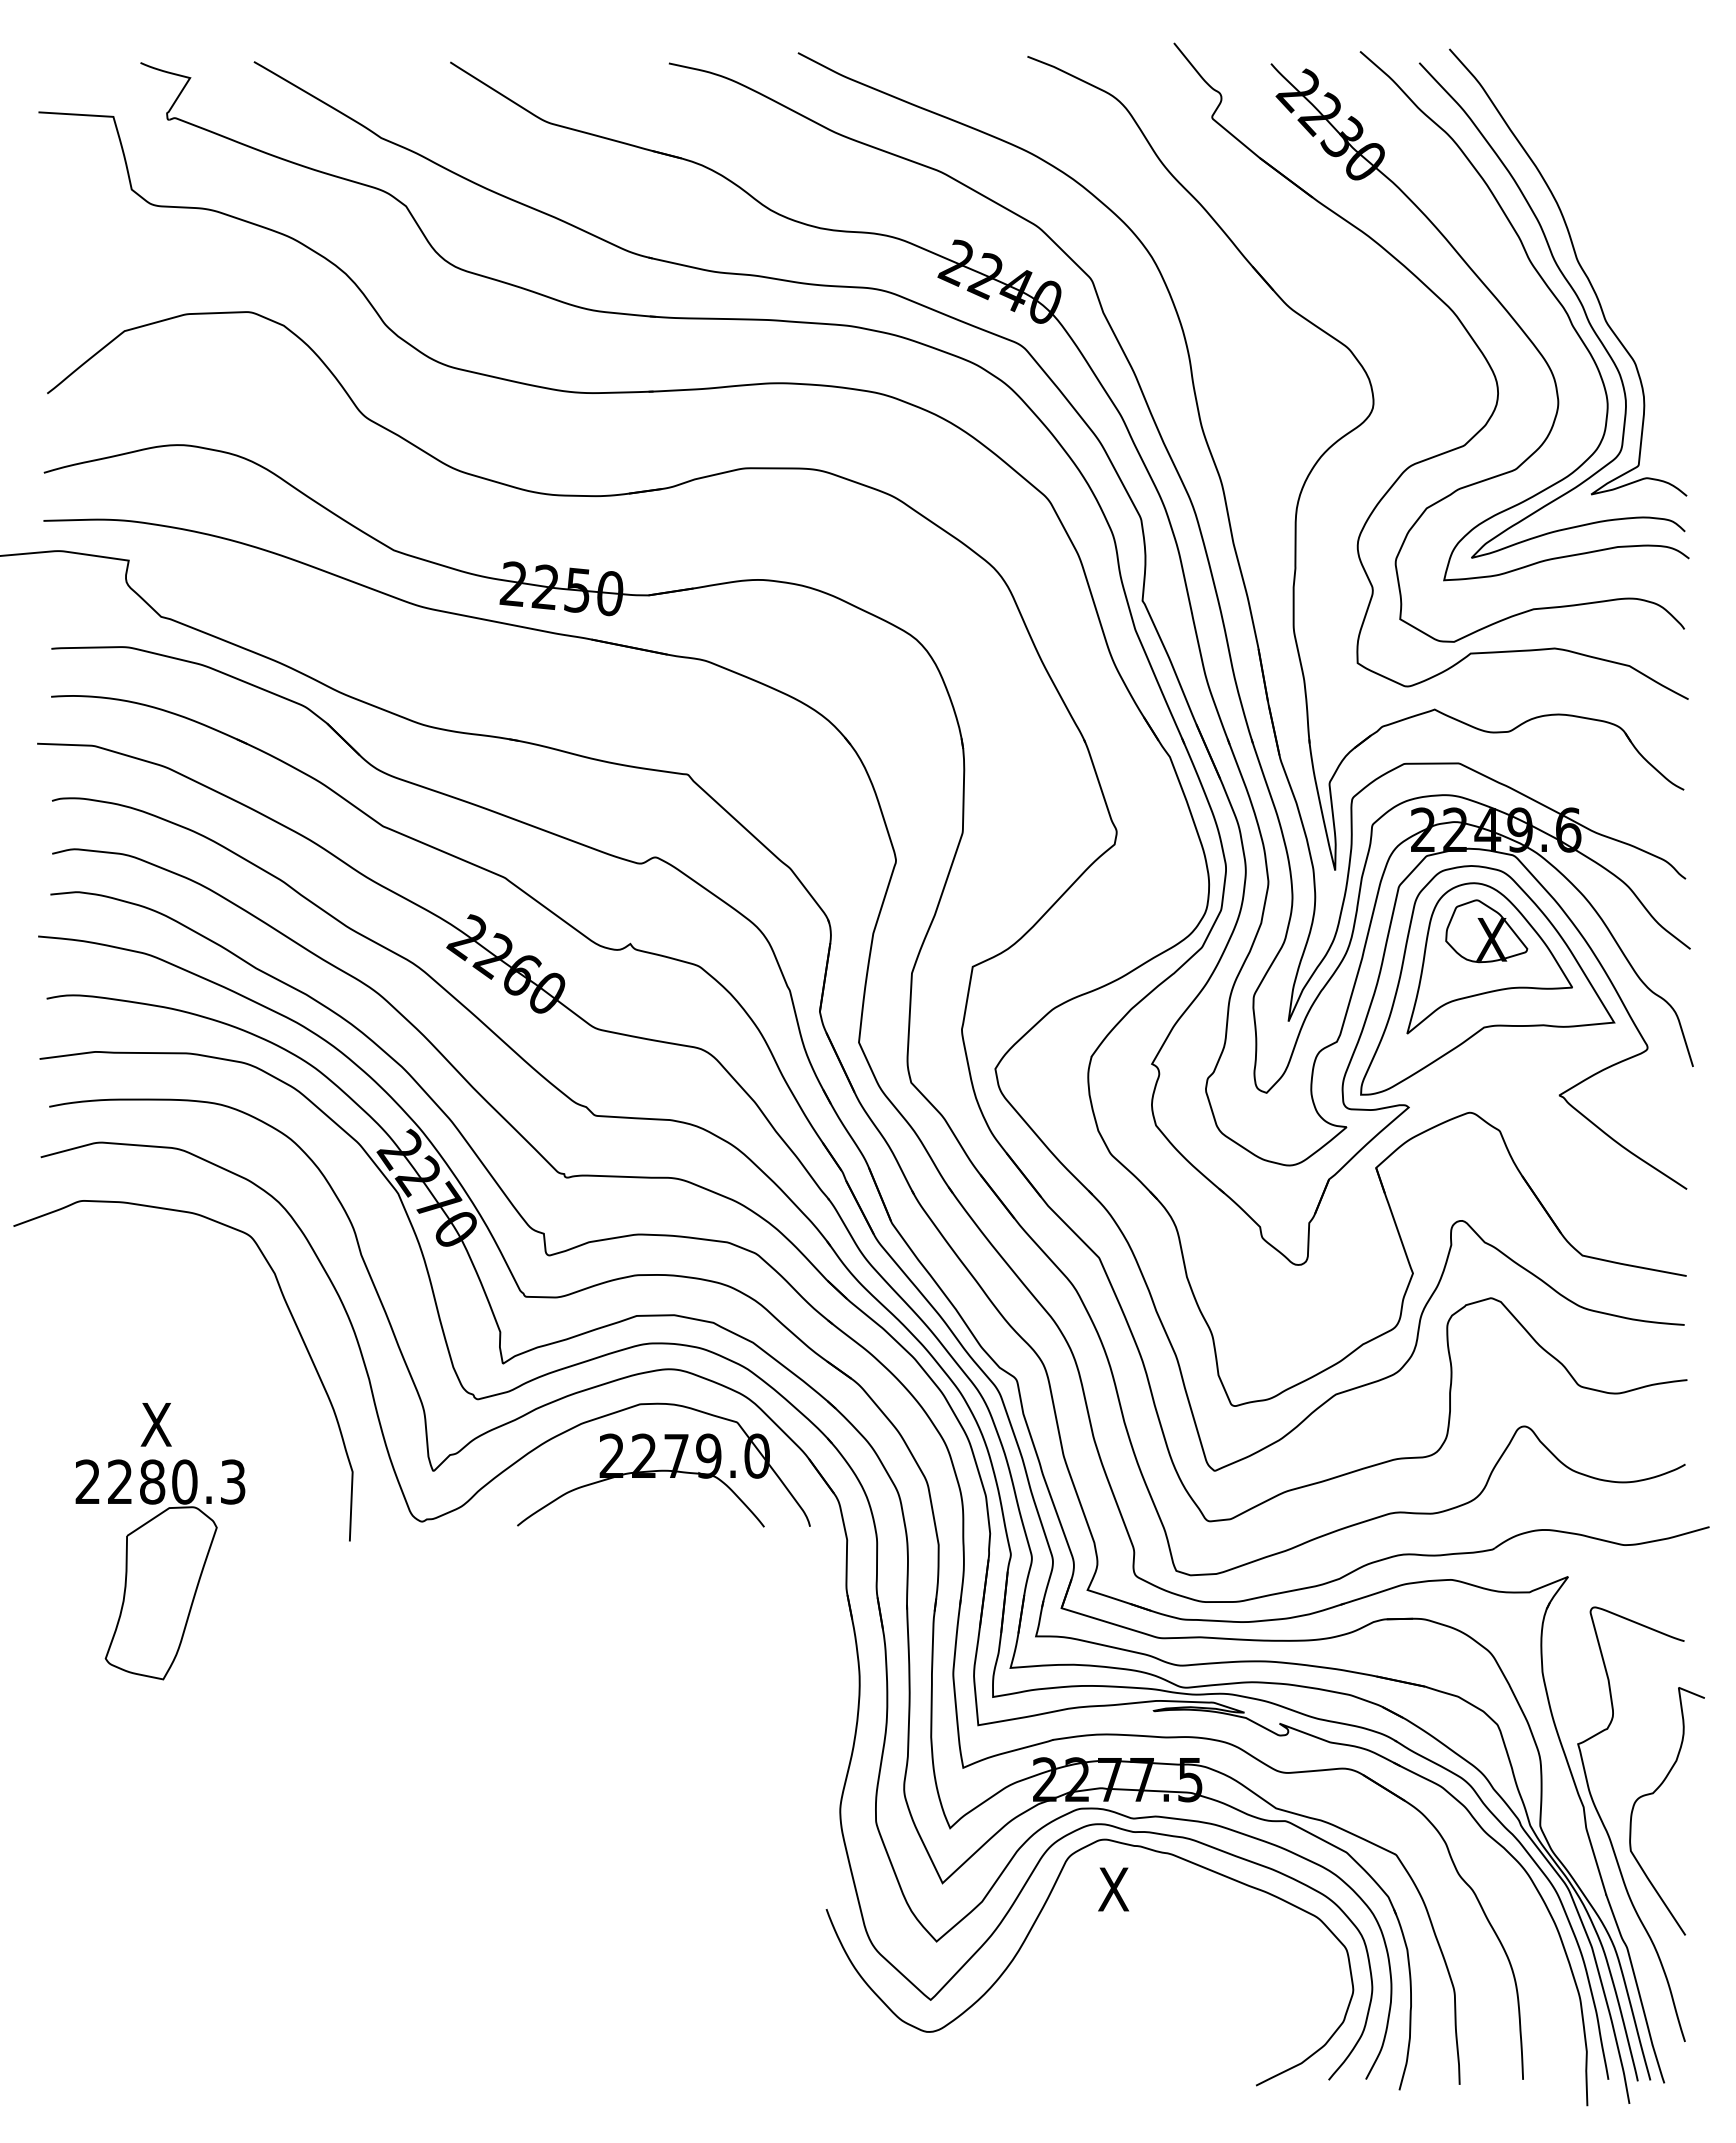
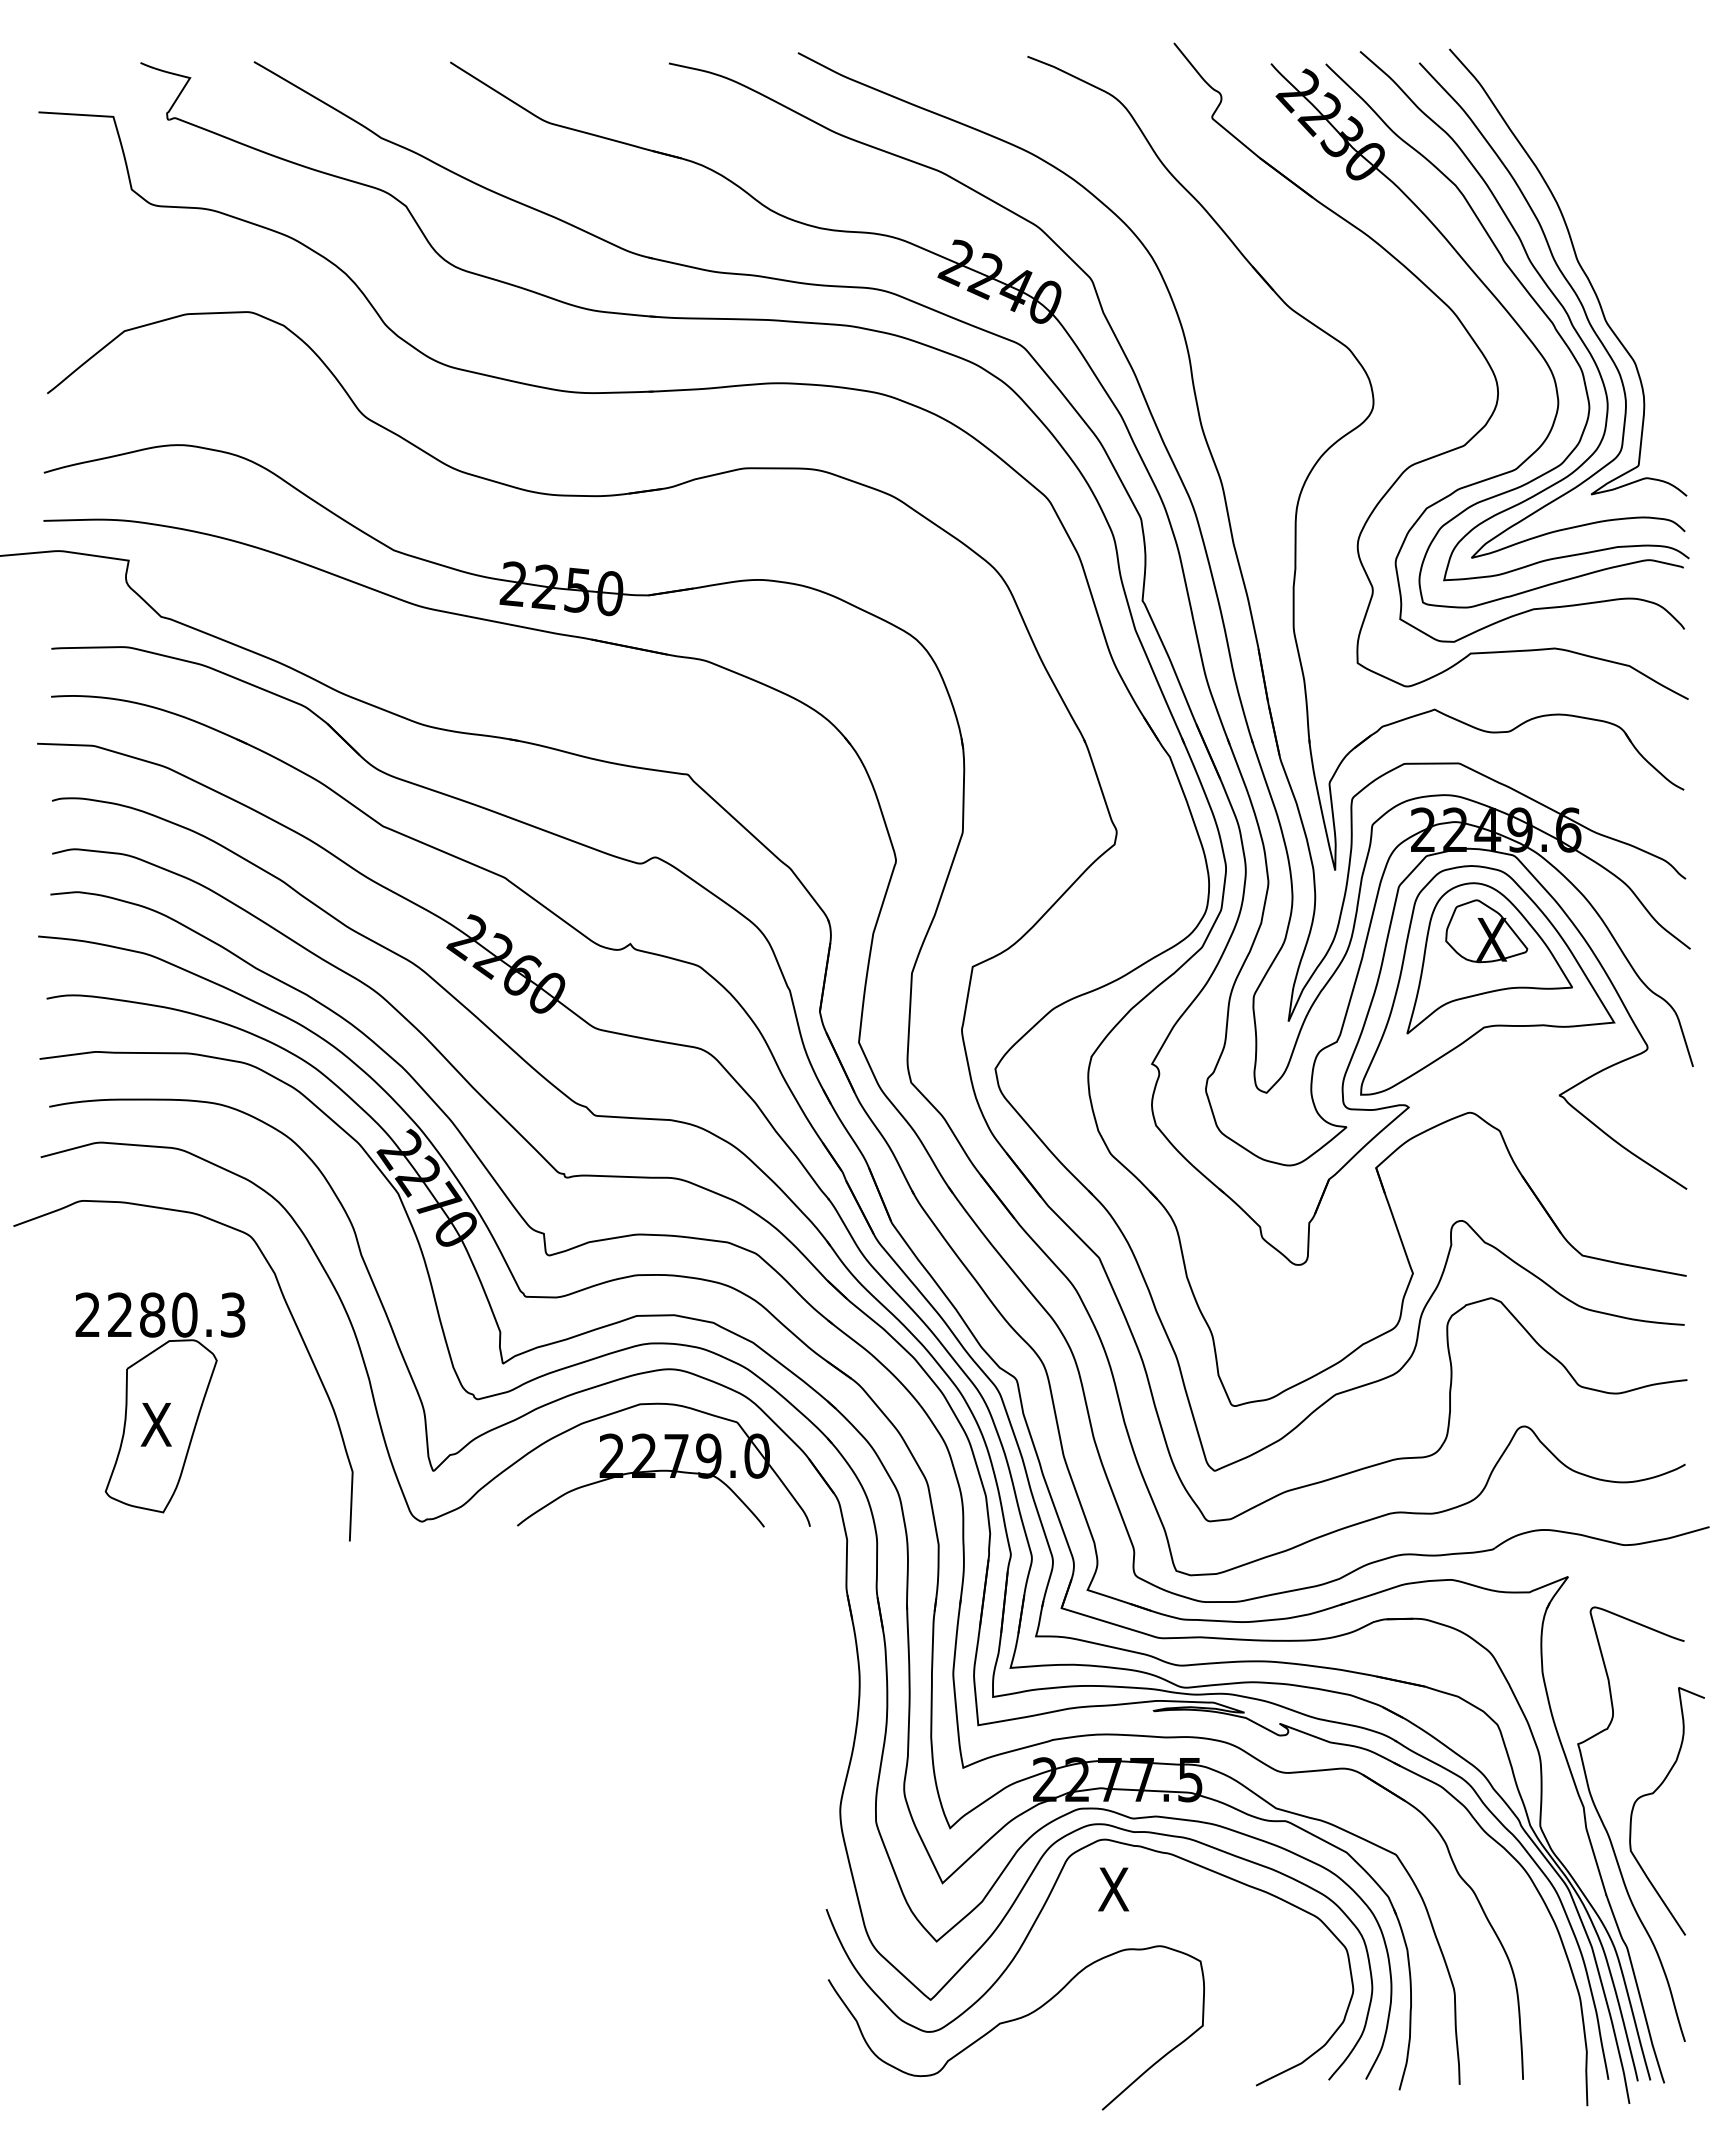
curve at (1538, 307): none -> present
part at (160, 1569) position: (160, 1569) -> (160, 1402)
curve at (1013, 2021): none -> present
